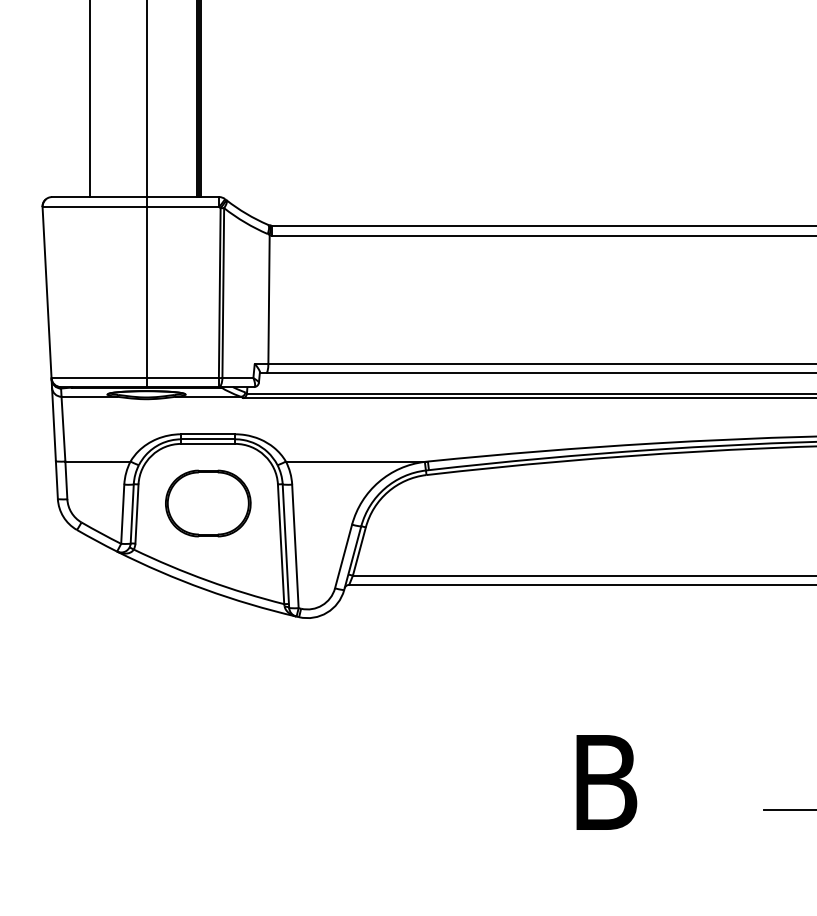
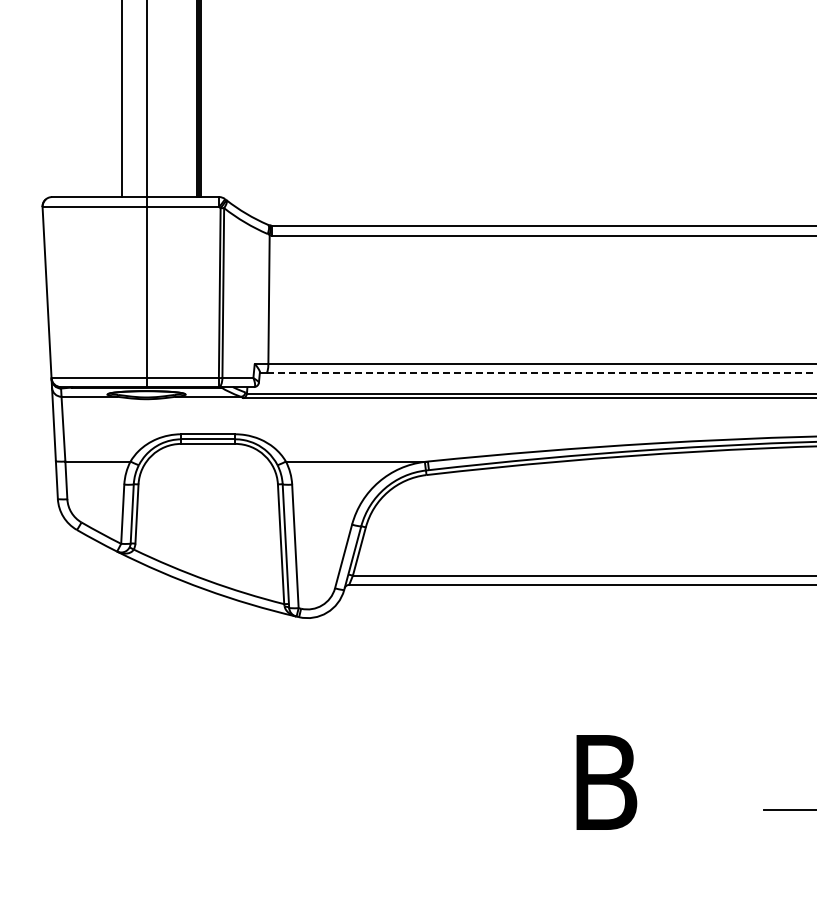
line at (89, 99) position: (89, 99) -> (121, 99)
line at (541, 372): solid -> dashed
part at (208, 503): present -> none
